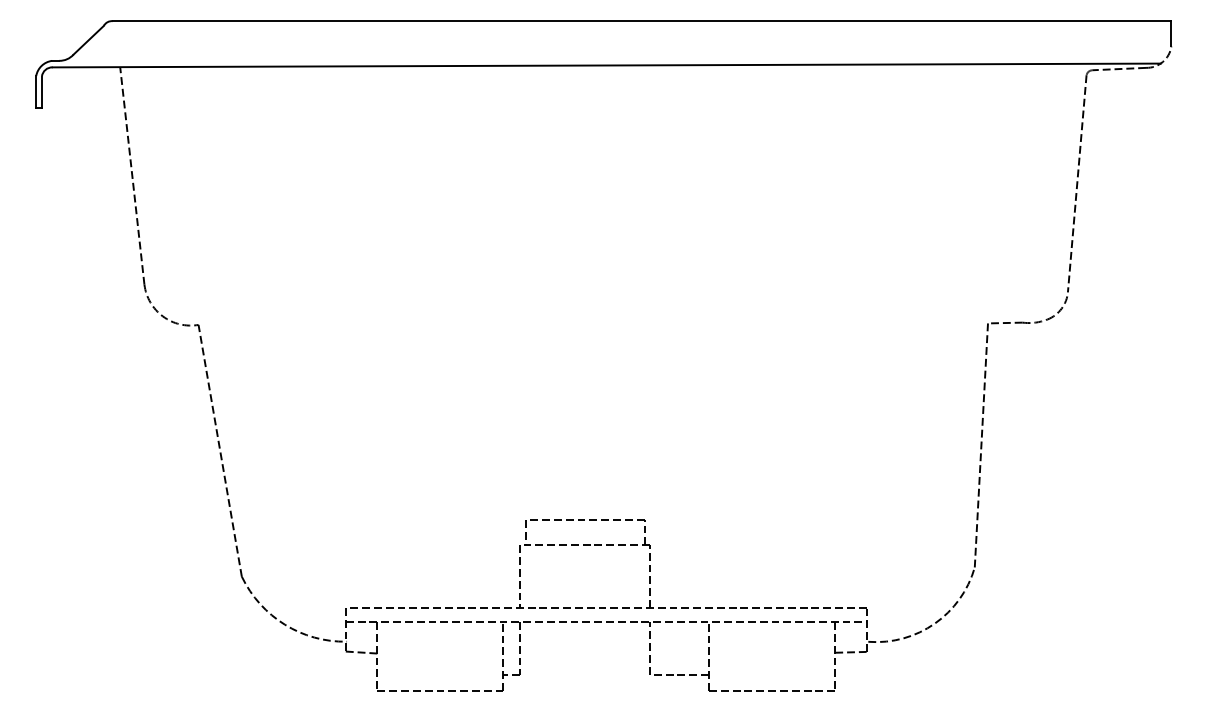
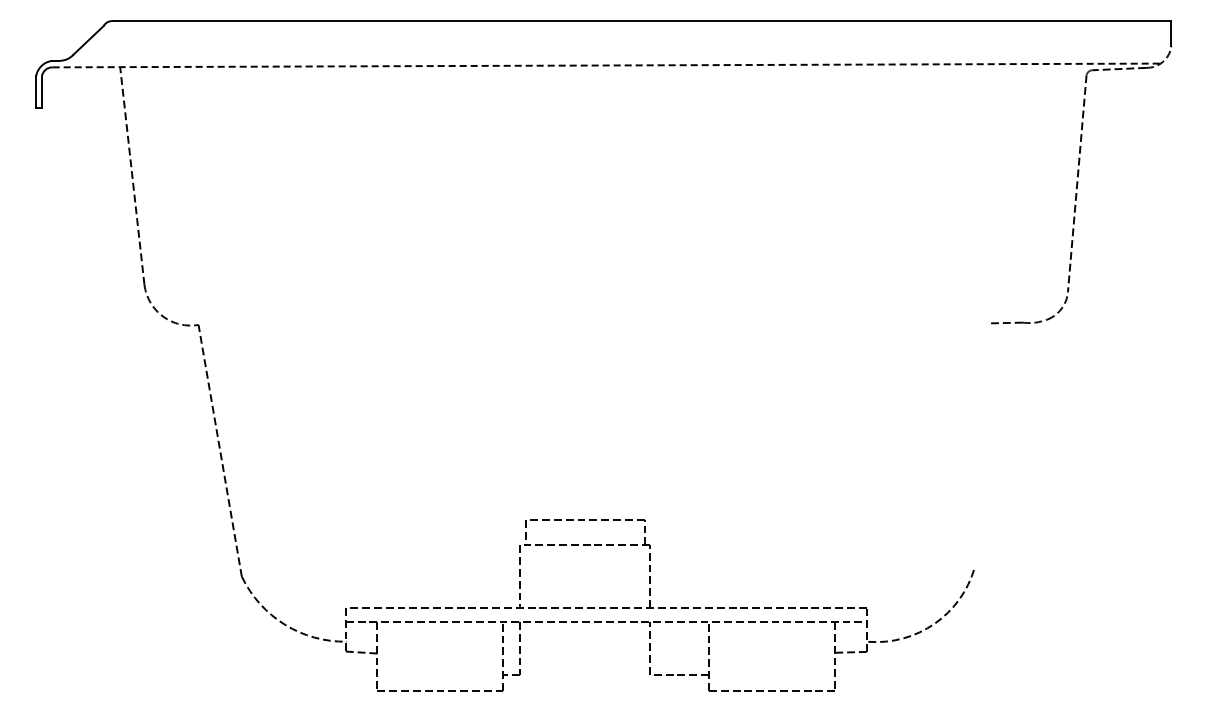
line at (607, 65): solid -> dashed
line at (981, 445): present -> none
